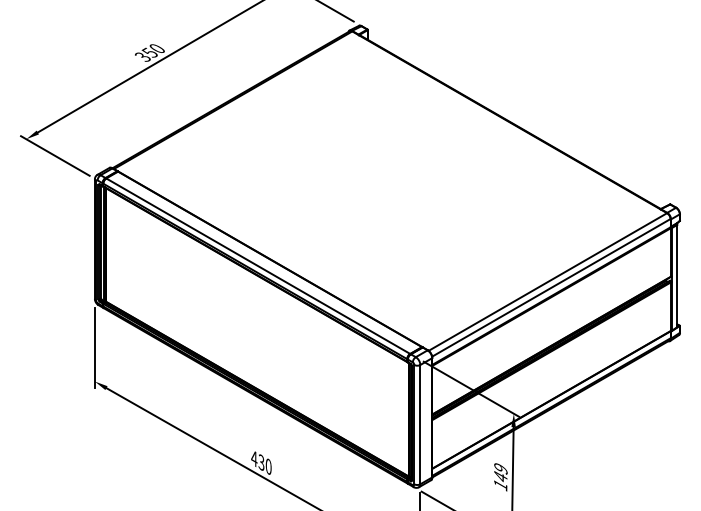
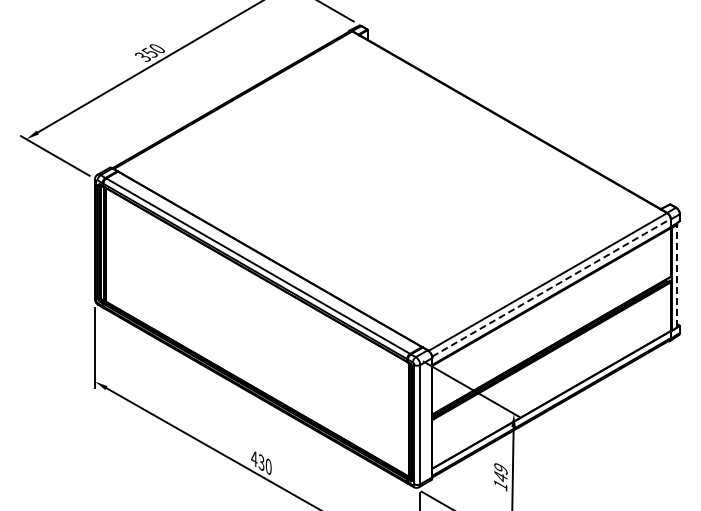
line at (677, 275): solid -> dashed
line at (551, 287): solid -> dashed
